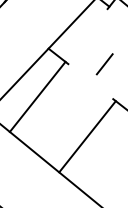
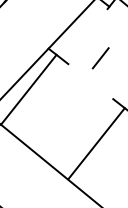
line at (104, 64) position: (104, 64) -> (100, 58)
line at (37, 96) position: (37, 96) -> (29, 88)
line at (87, 136) position: (87, 136) -> (96, 143)
